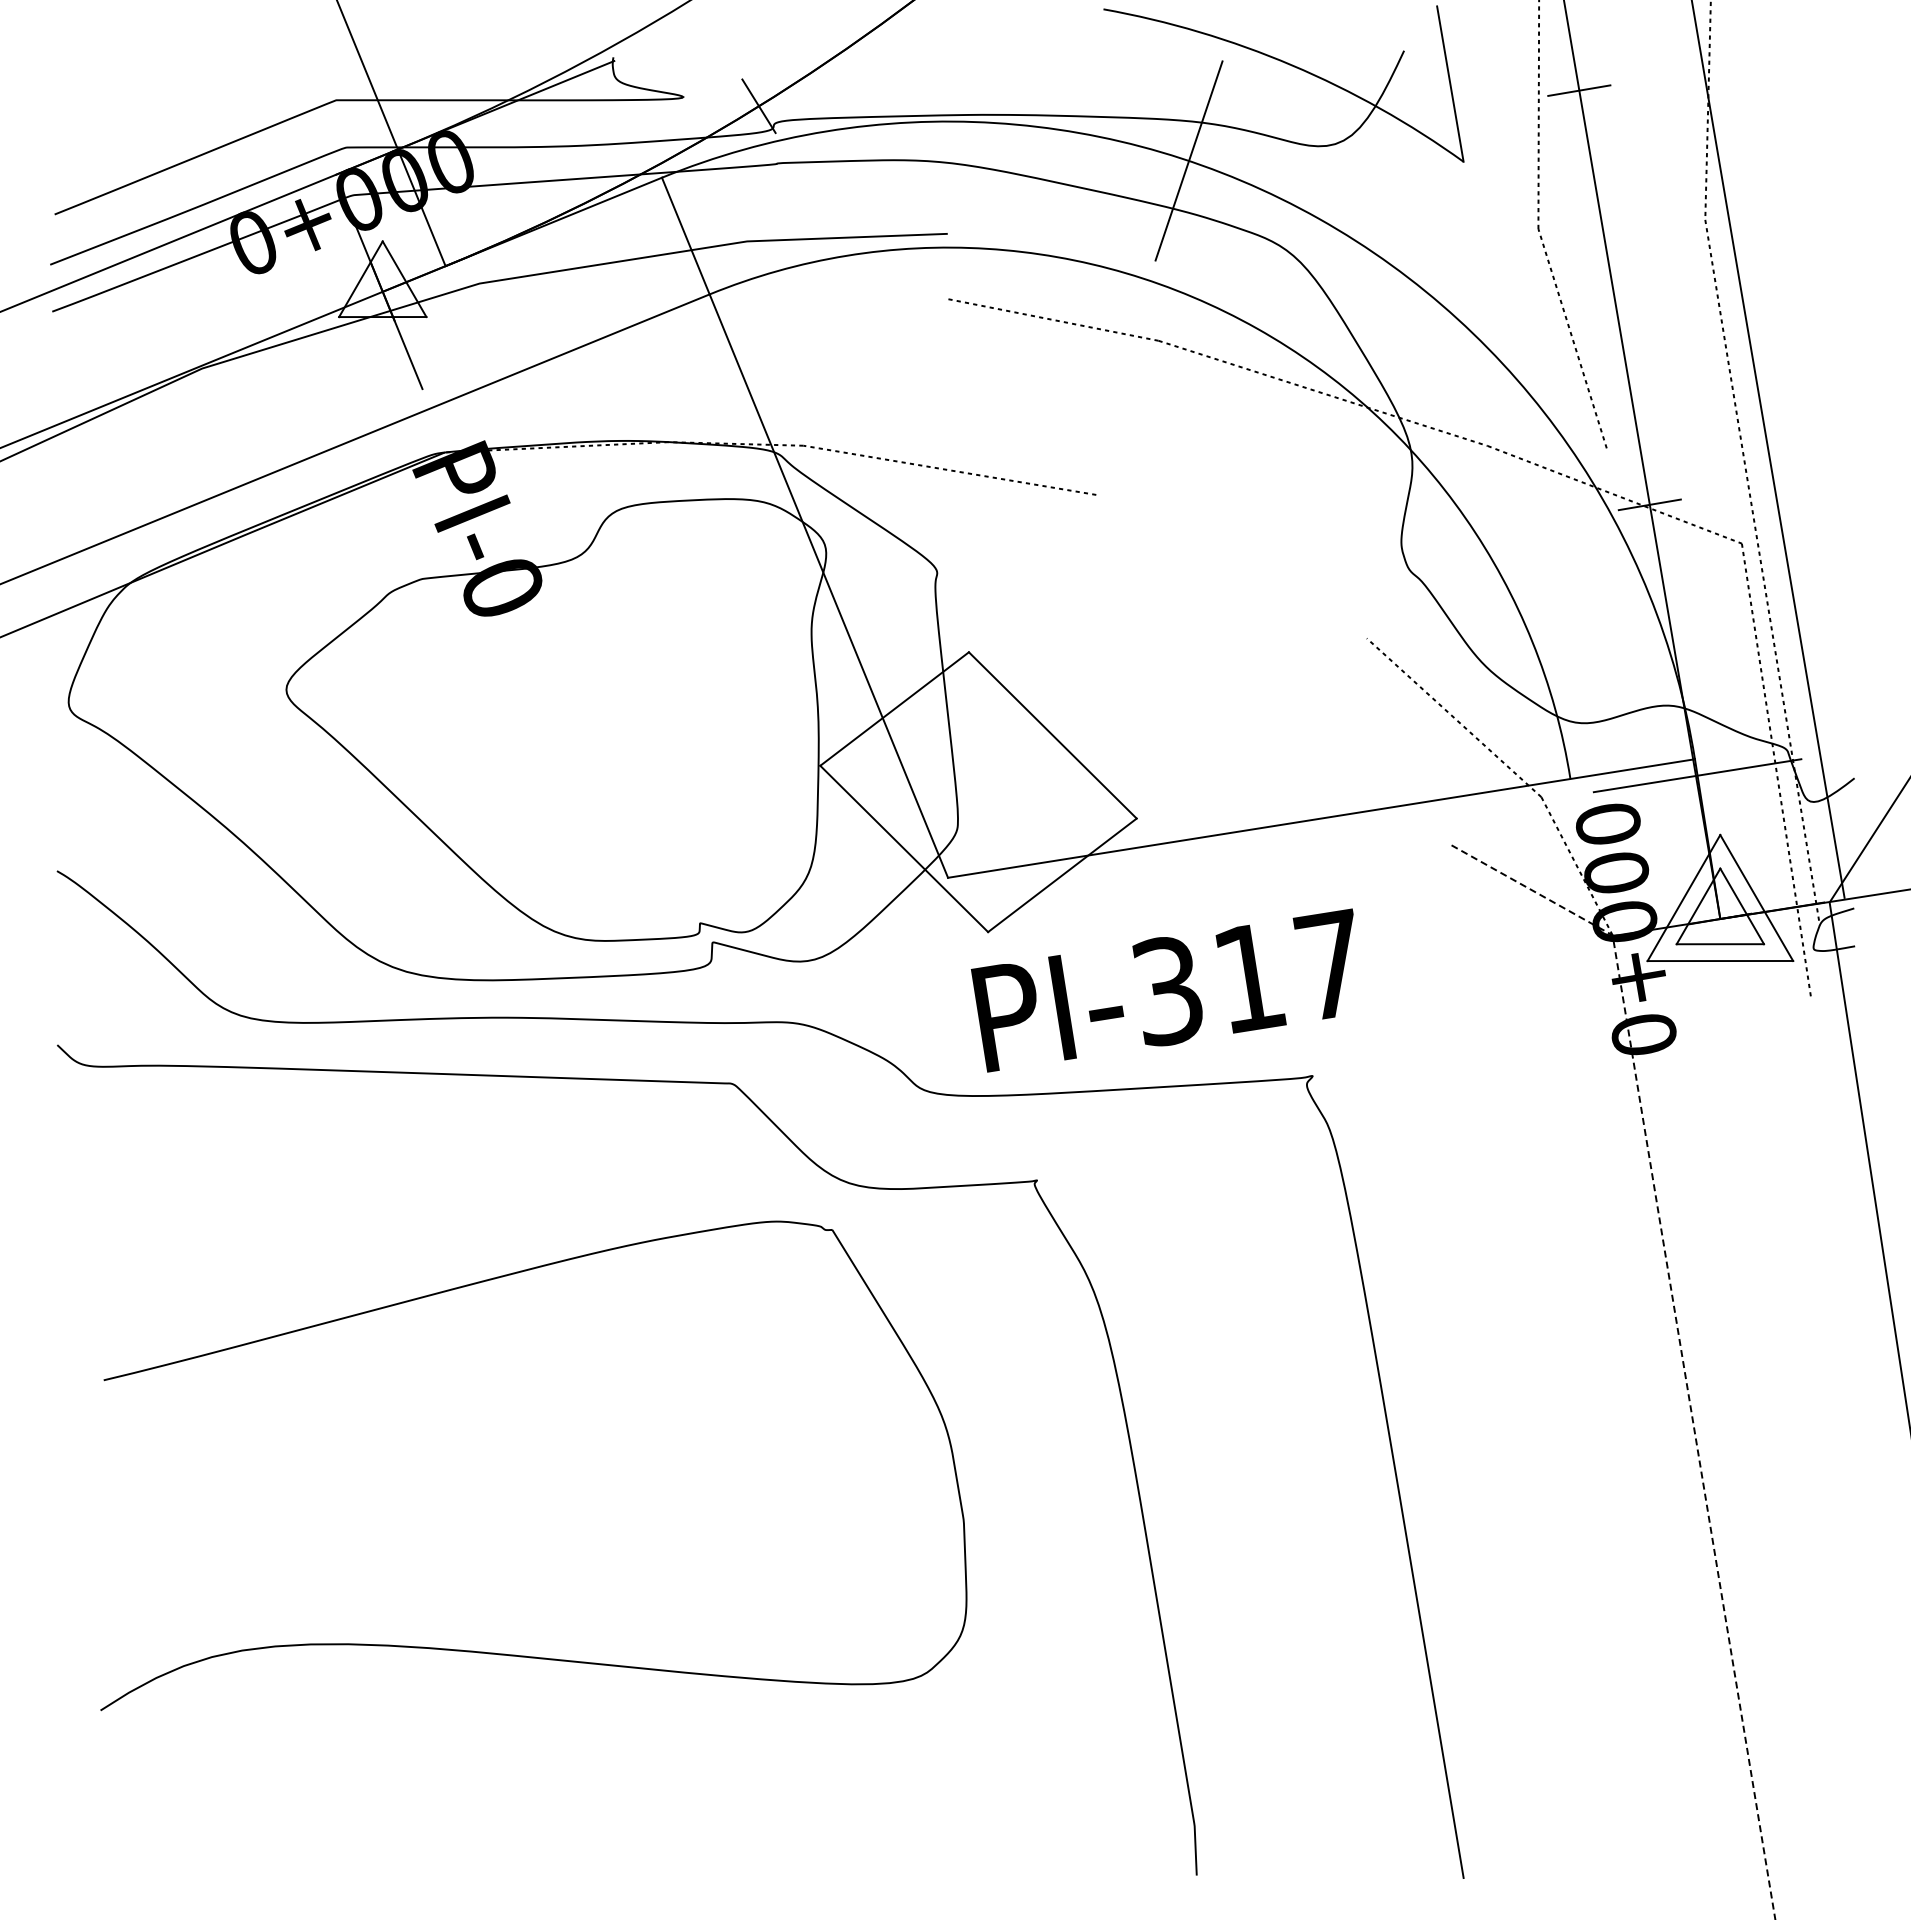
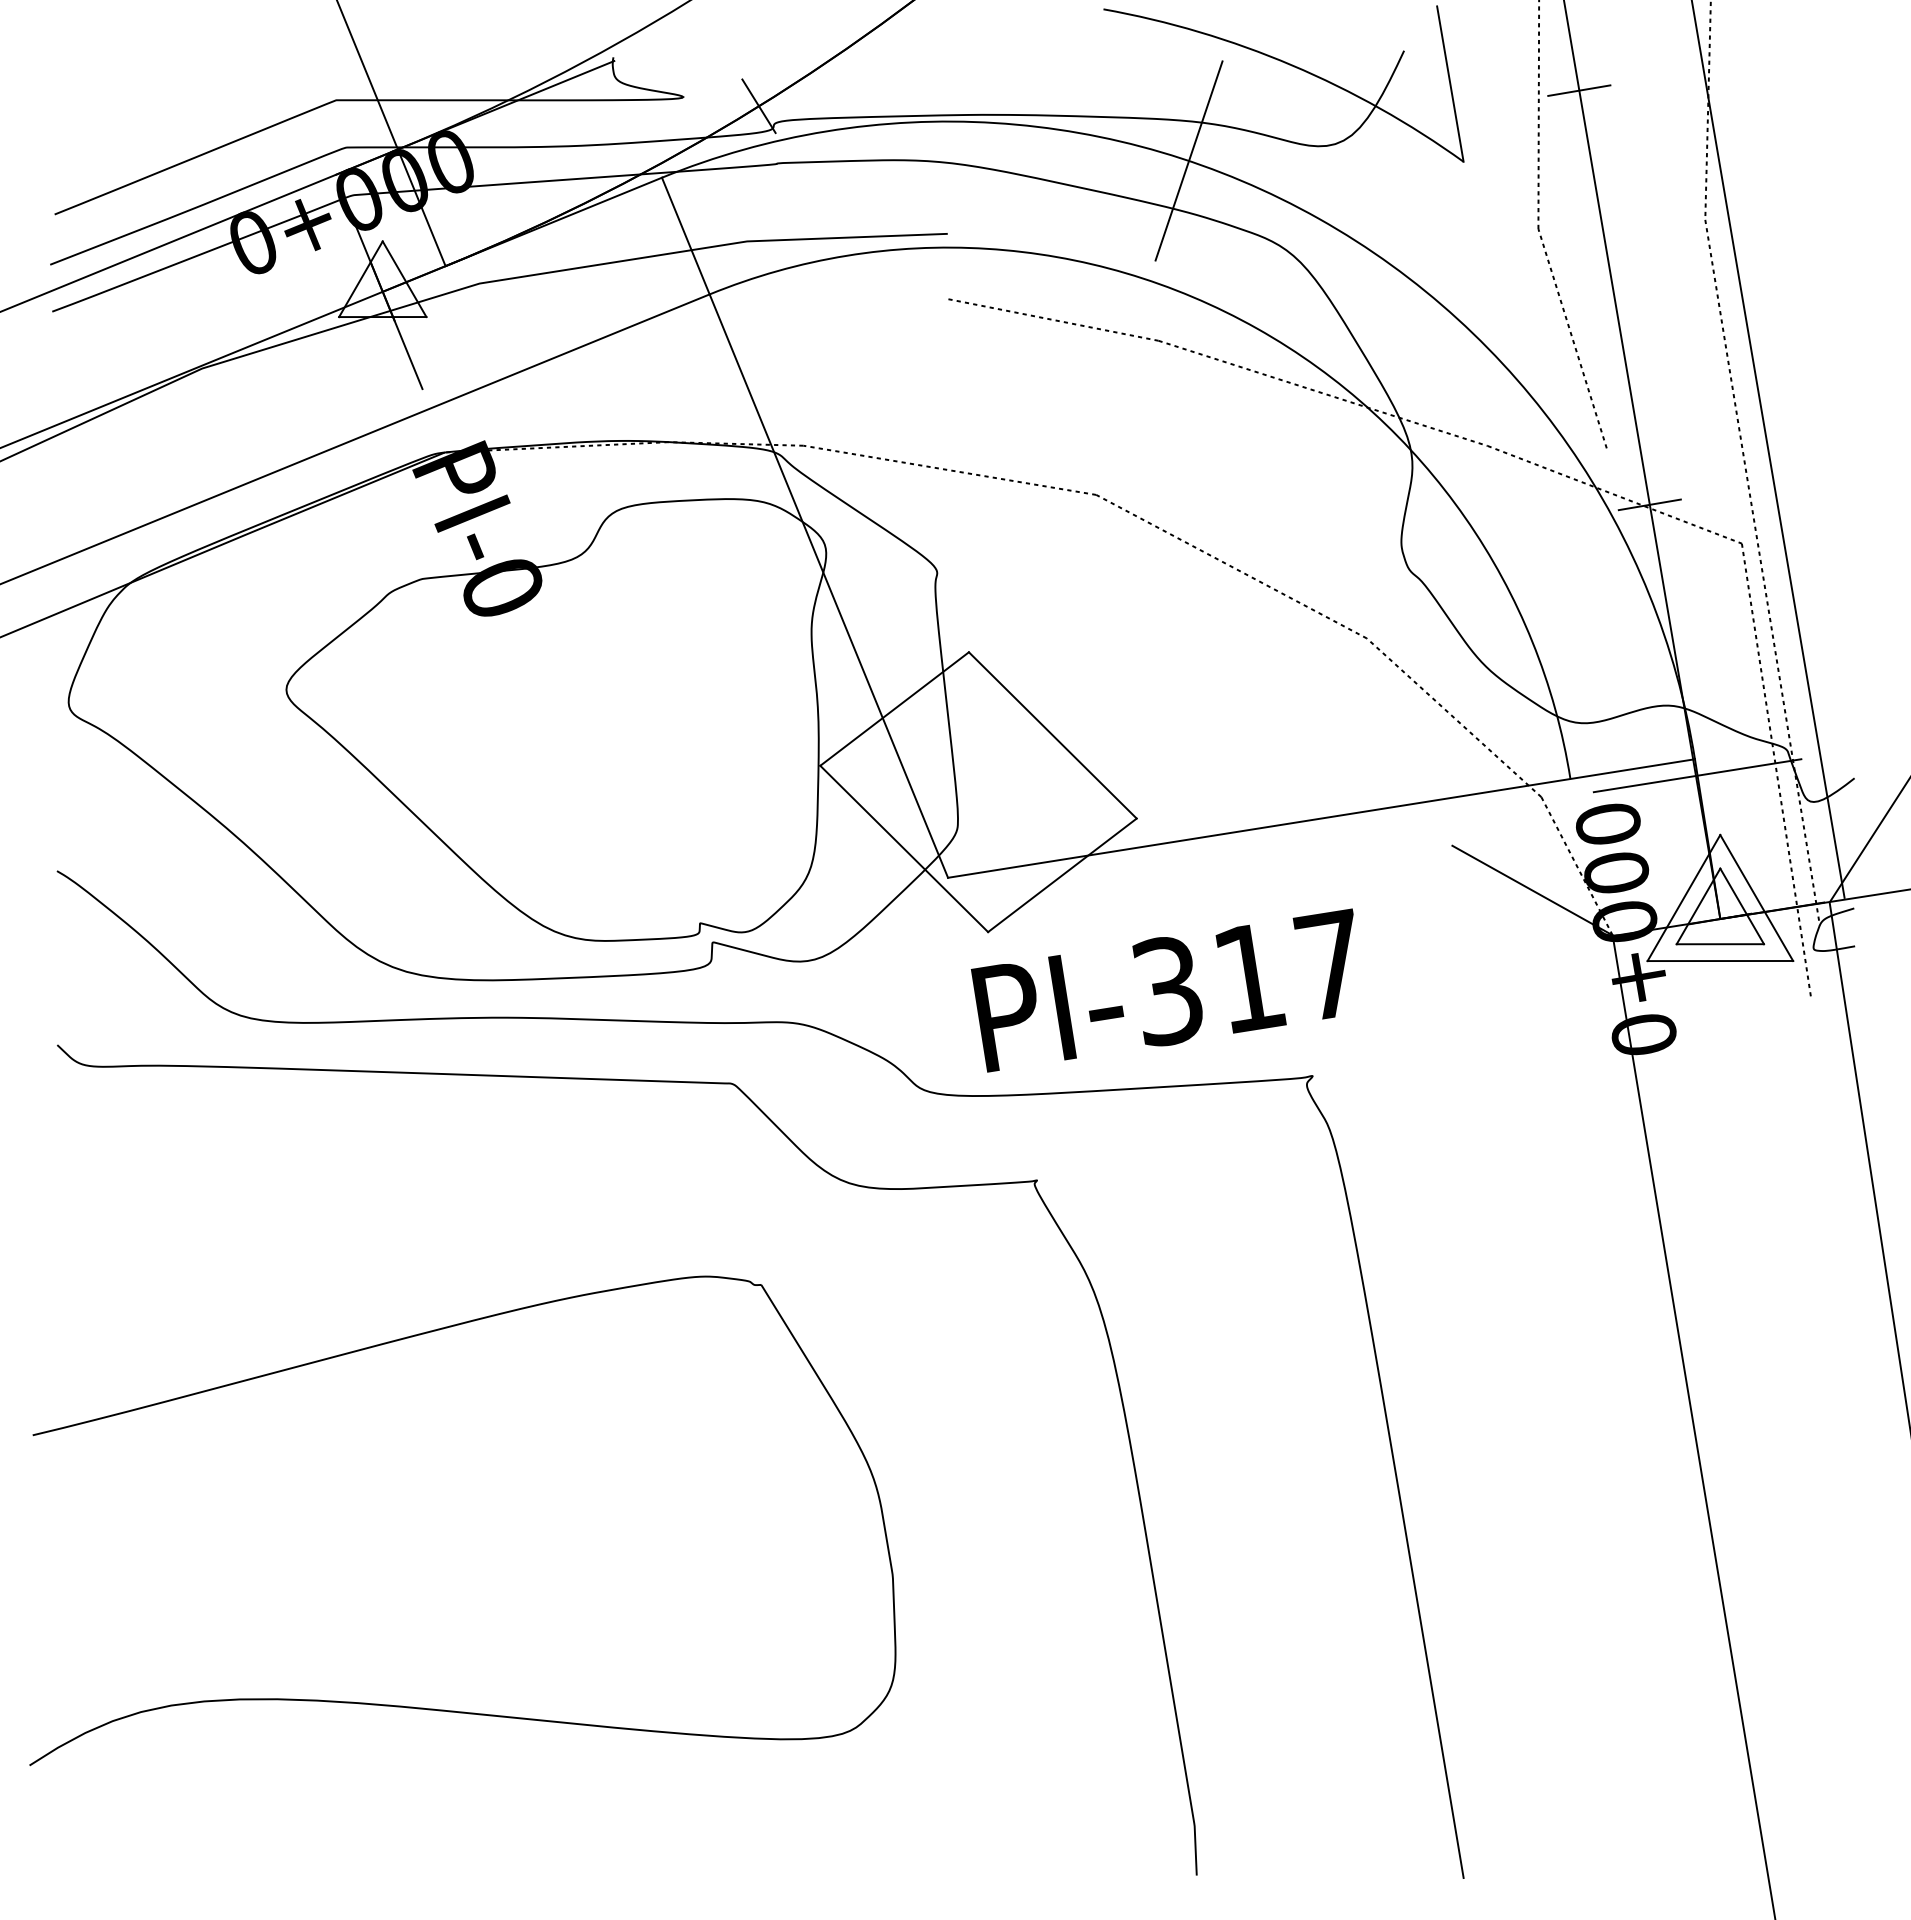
line at (1231, 566): none -> present
curve at (487, 1281) position: (487, 1281) -> (416, 1336)
line at (1678, 1335): dashed -> solid
